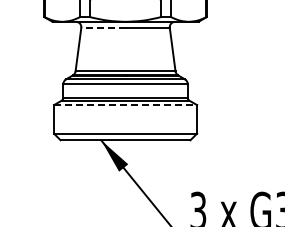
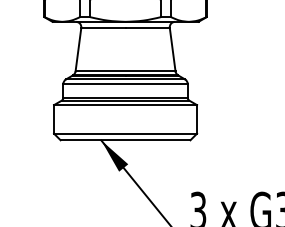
line at (102, 27): dashed -> solid
line at (125, 105): dashed -> solid
